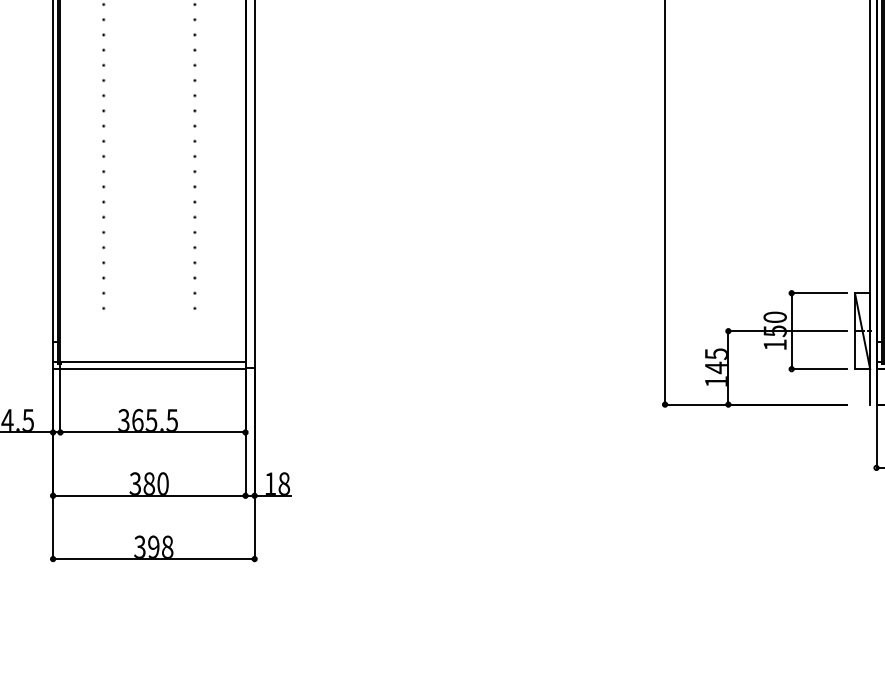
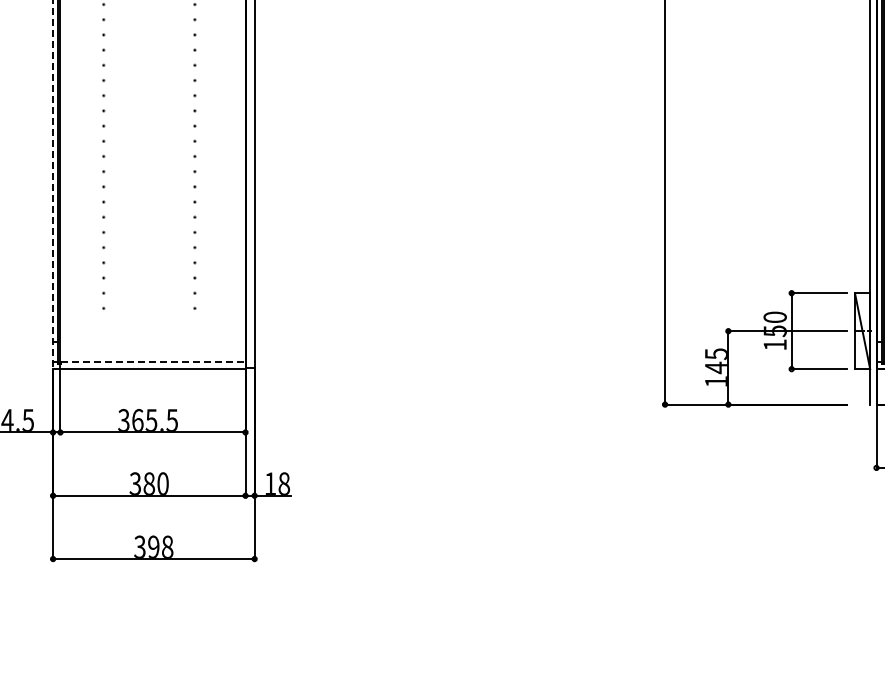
line at (53, 185): solid -> dashed
line at (153, 361): solid -> dashed
